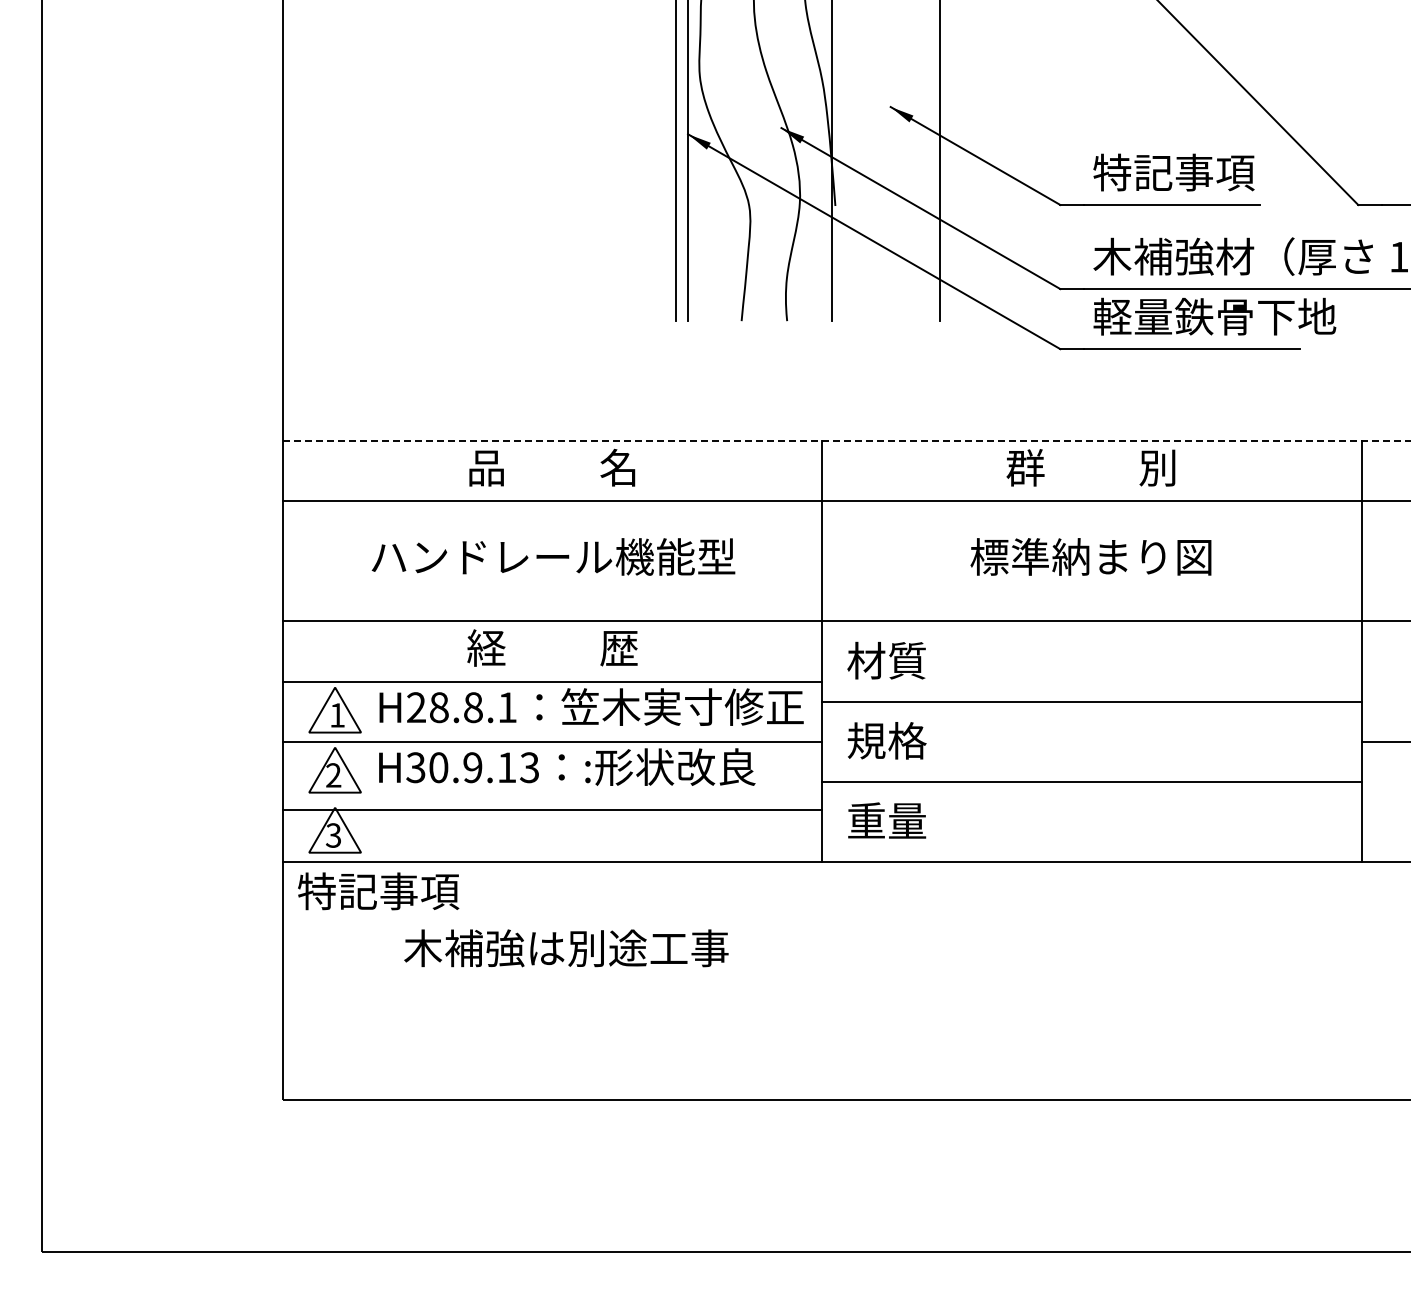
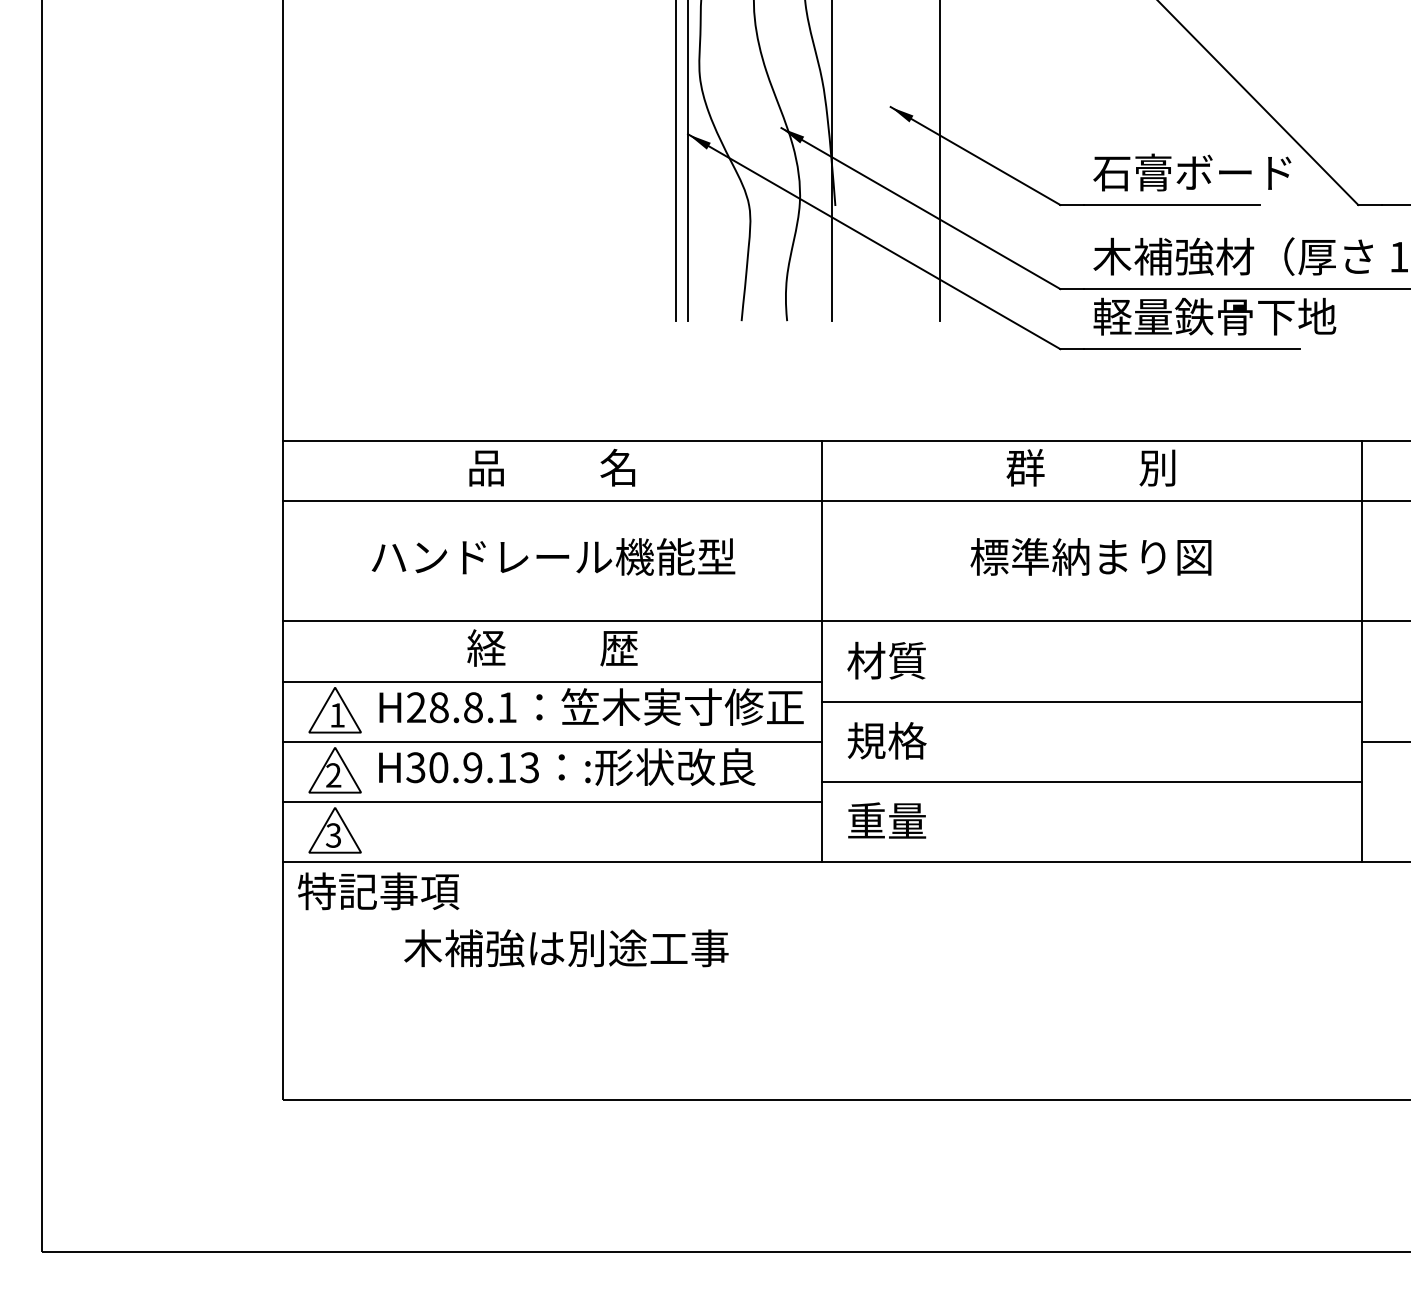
text at (1192, 172): 特記事項 -> 石膏ボード
line at (846, 441): dashed -> solid
line at (551, 809) position: (551, 809) -> (551, 801)
